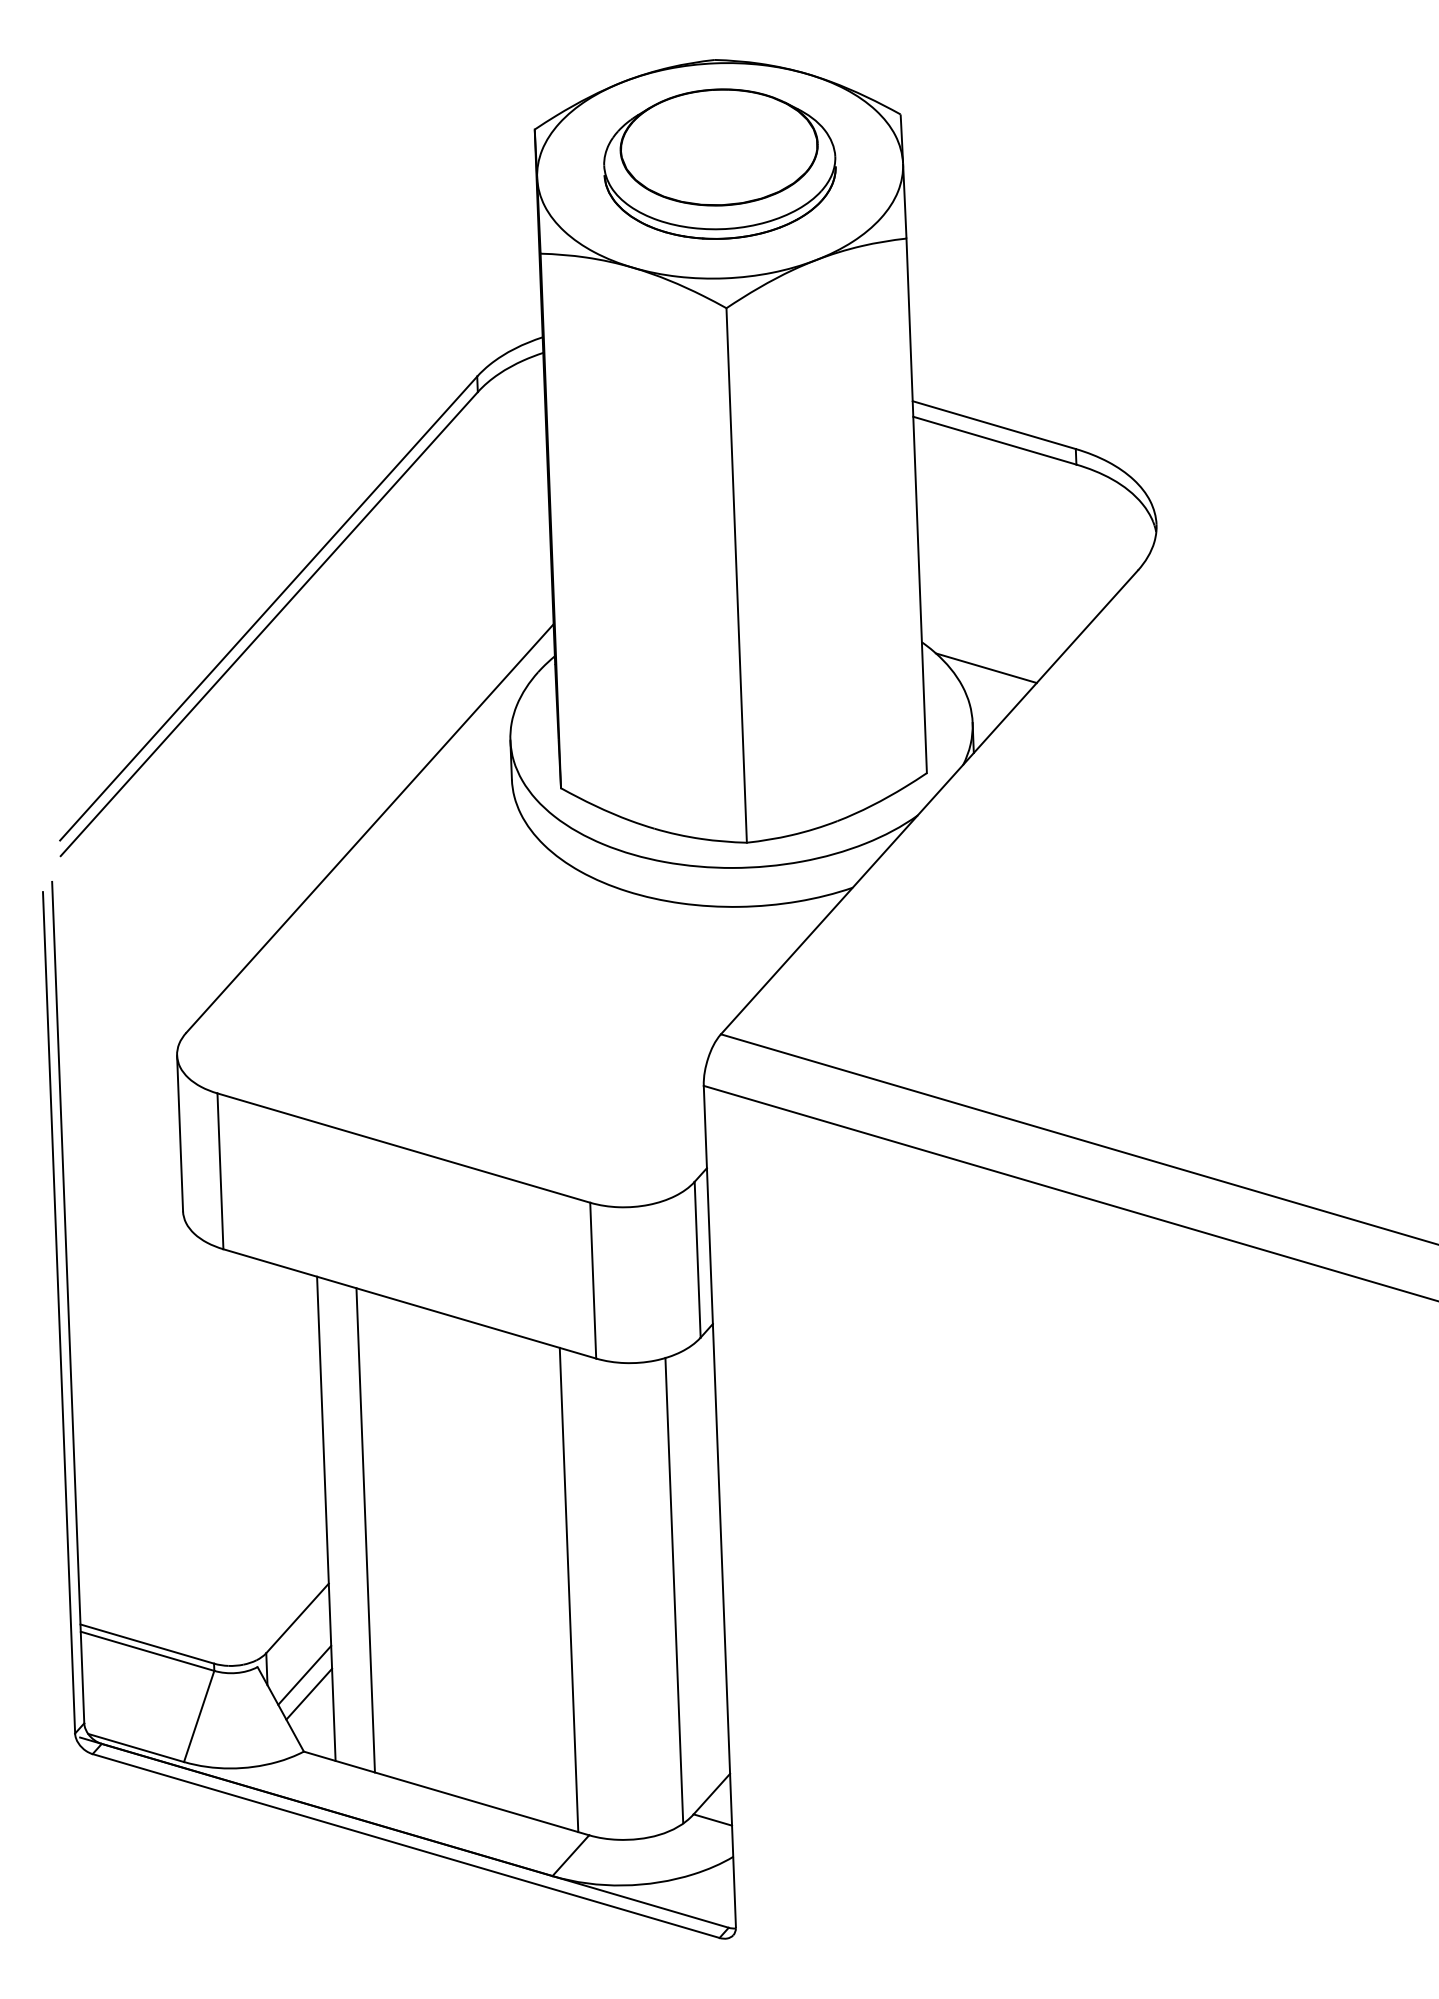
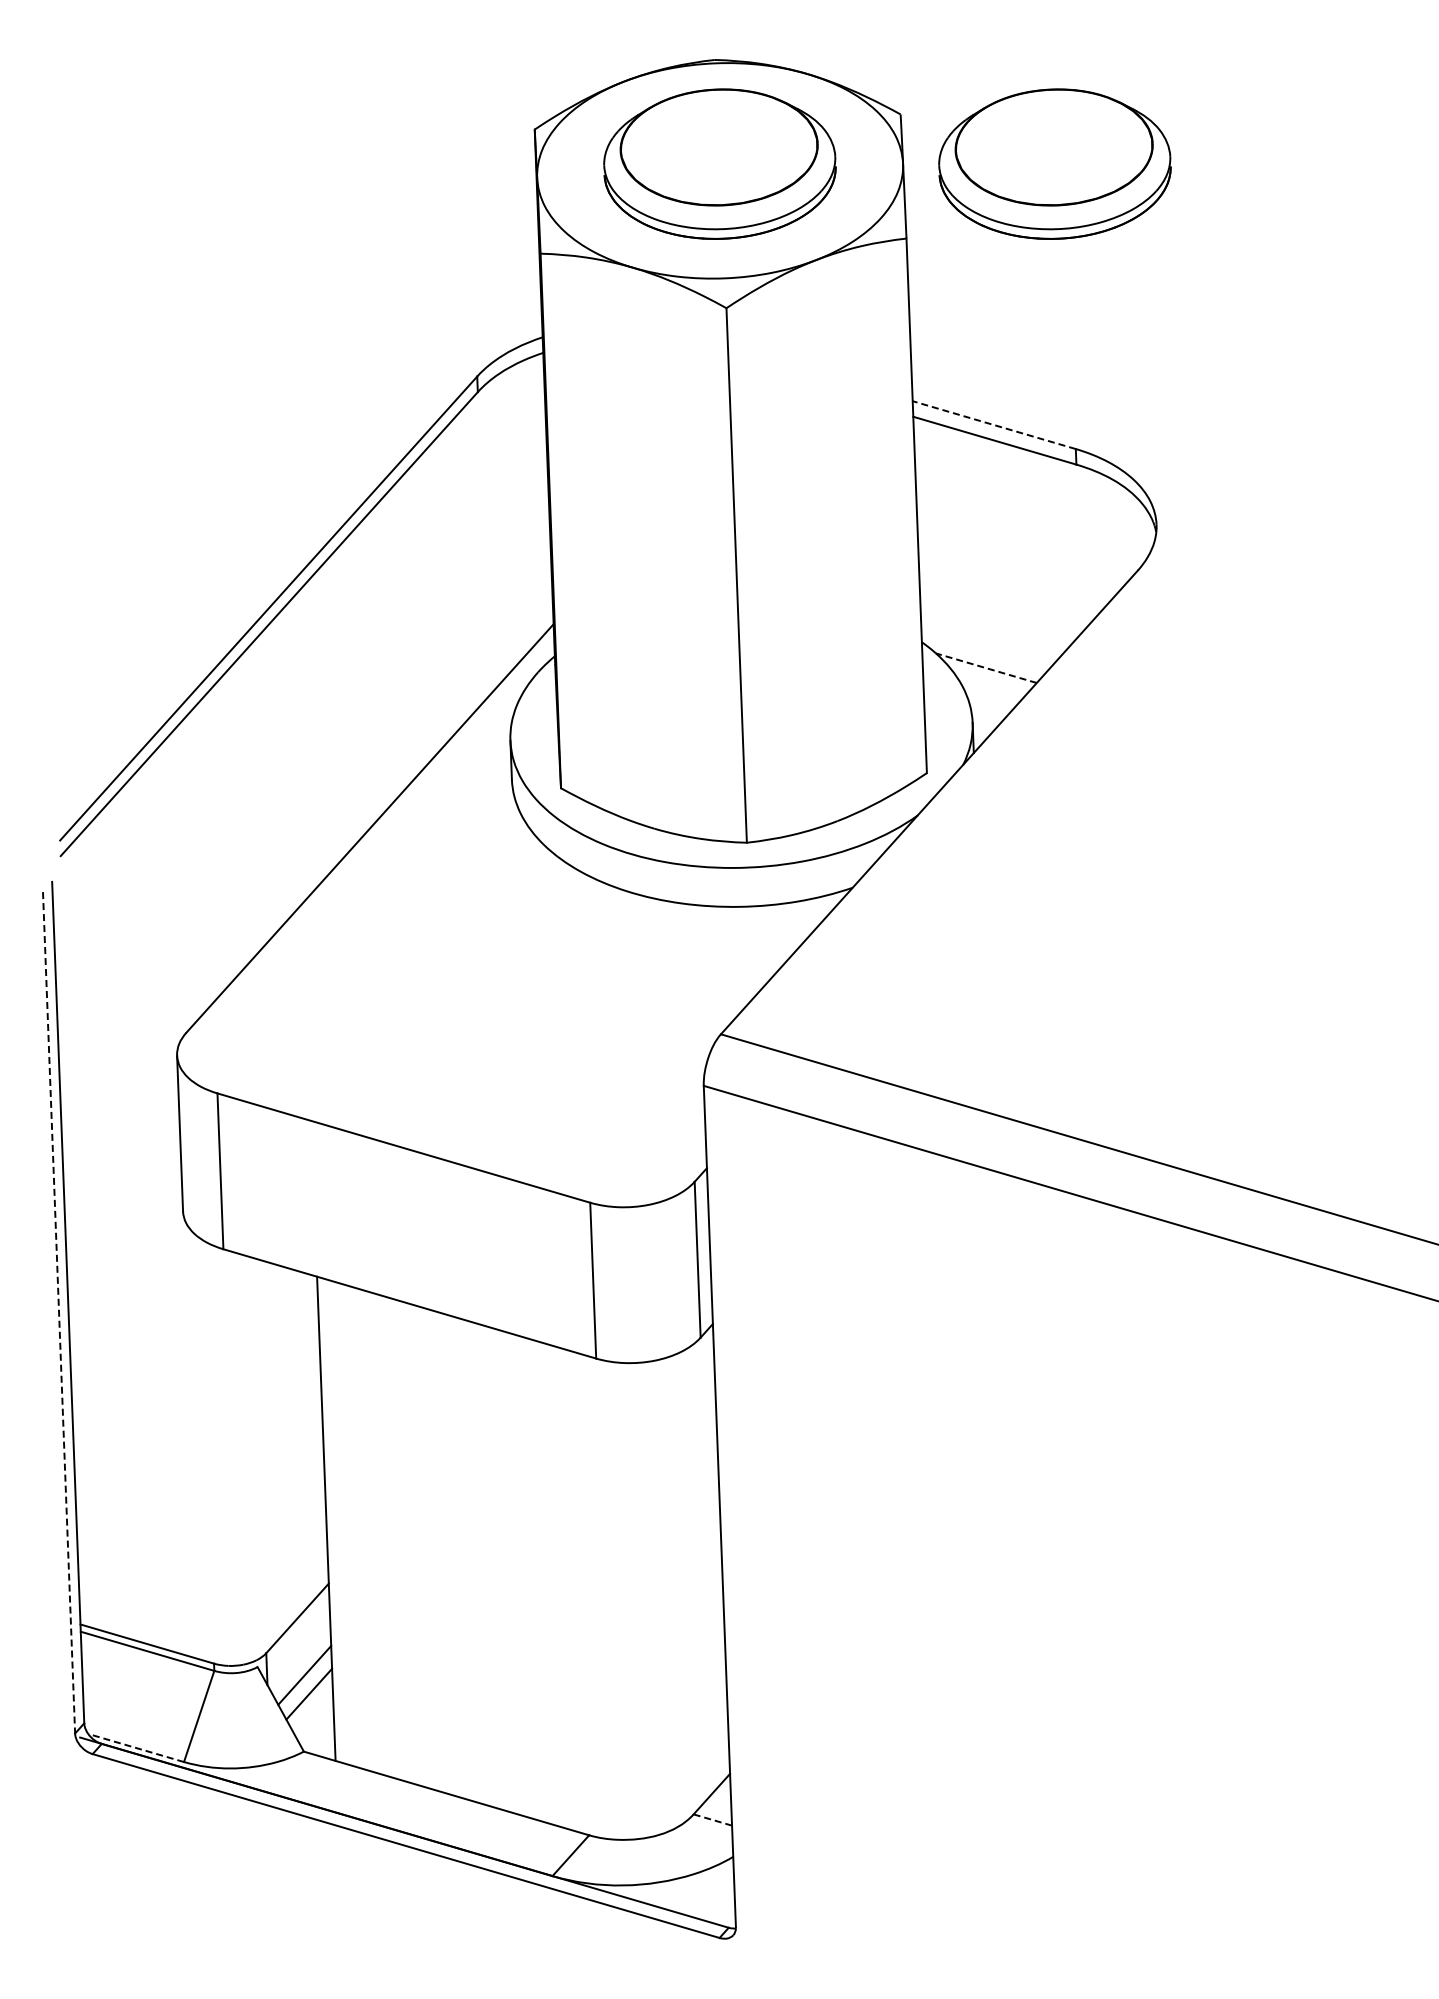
part at (1054, 163): none -> present
line at (994, 425): solid -> dashed
line at (986, 668): solid -> dashed
line at (59, 1313): solid -> dashed
line at (365, 1530): present -> none
line at (568, 1589): present -> none
line at (674, 1590): present -> none
line at (136, 1748): solid -> dashed
line at (712, 1819): solid -> dashed
